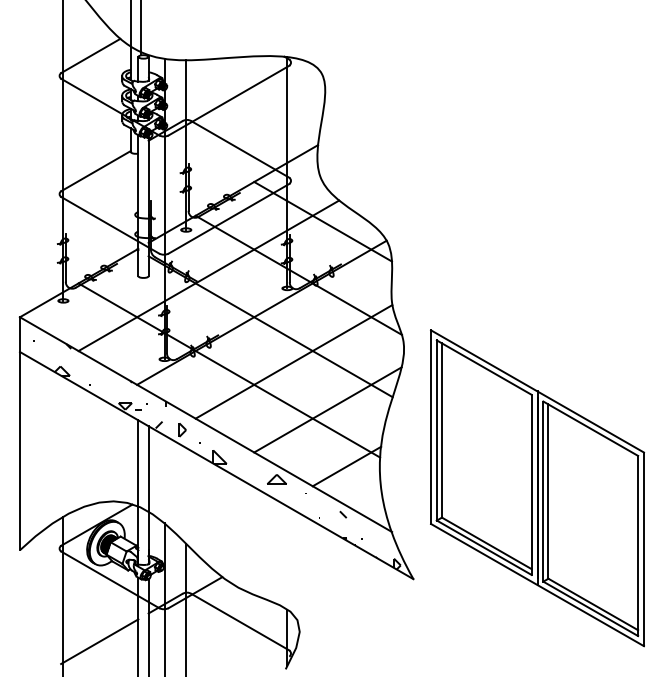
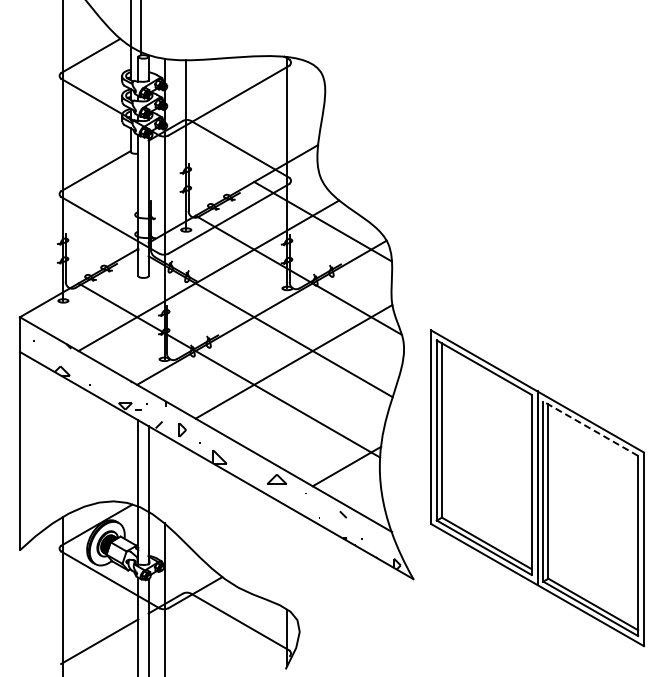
line at (327, 409): present -> none
line at (590, 428): solid -> dashed
line at (186, 608): present -> none
